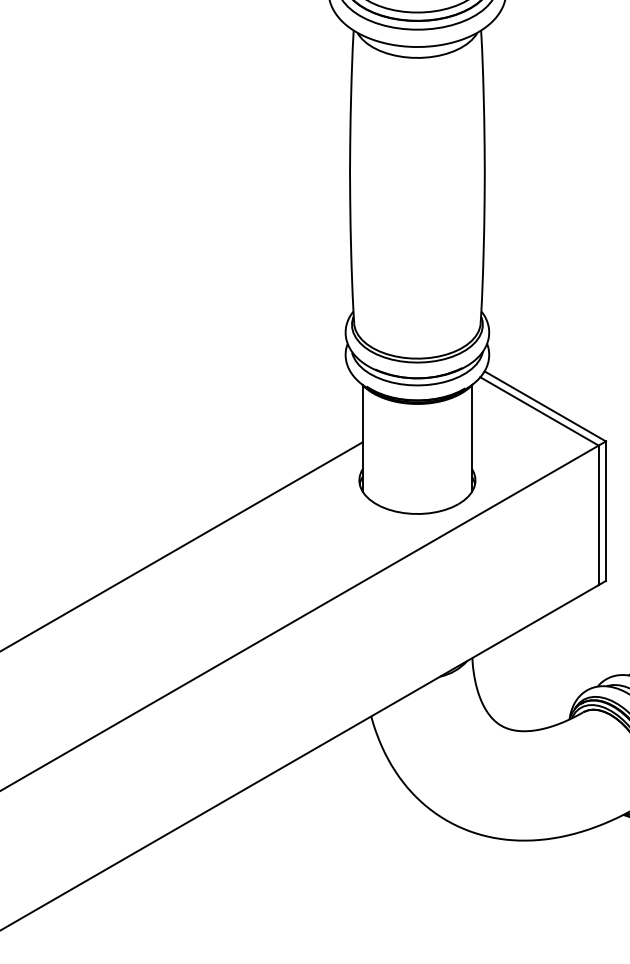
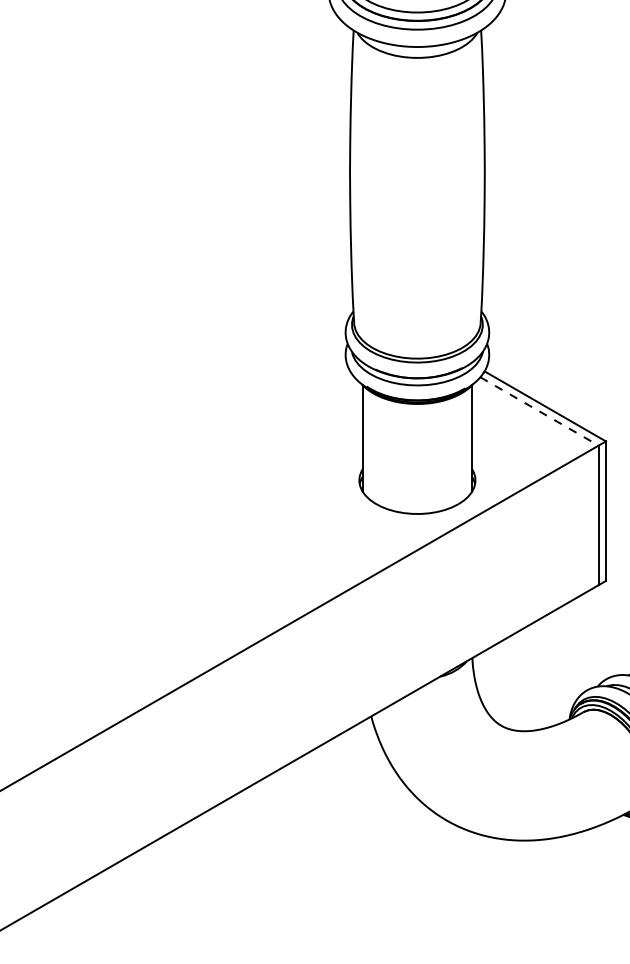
line at (539, 411): solid -> dashed
line at (182, 546): present -> none
